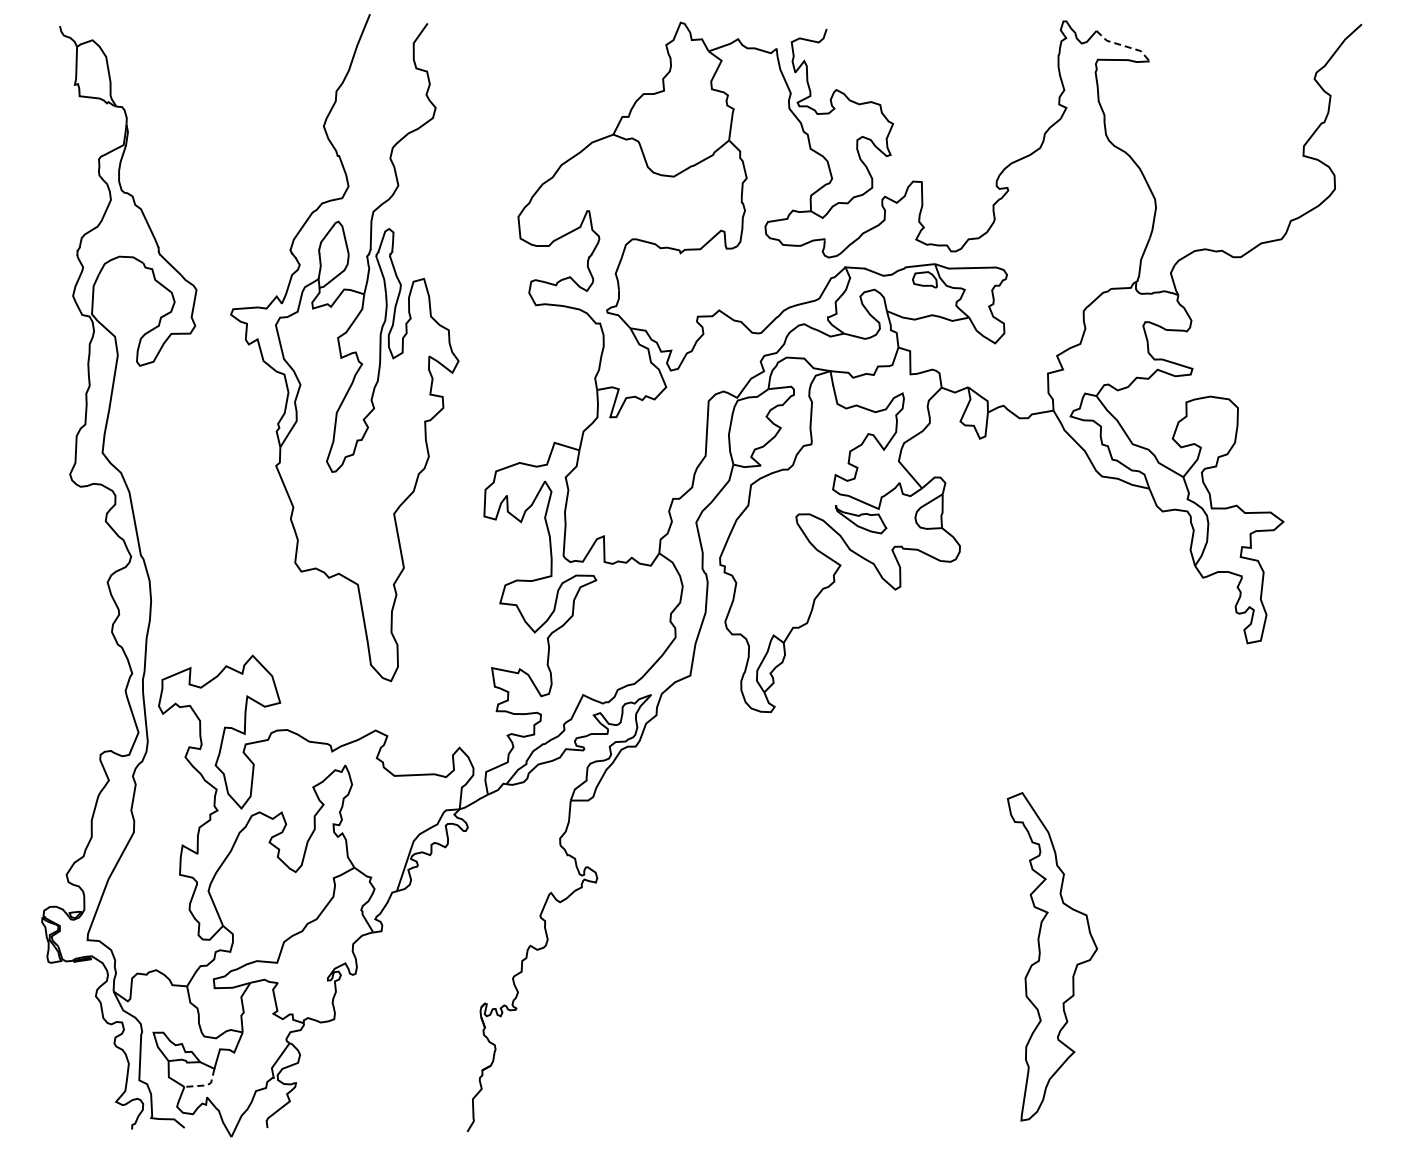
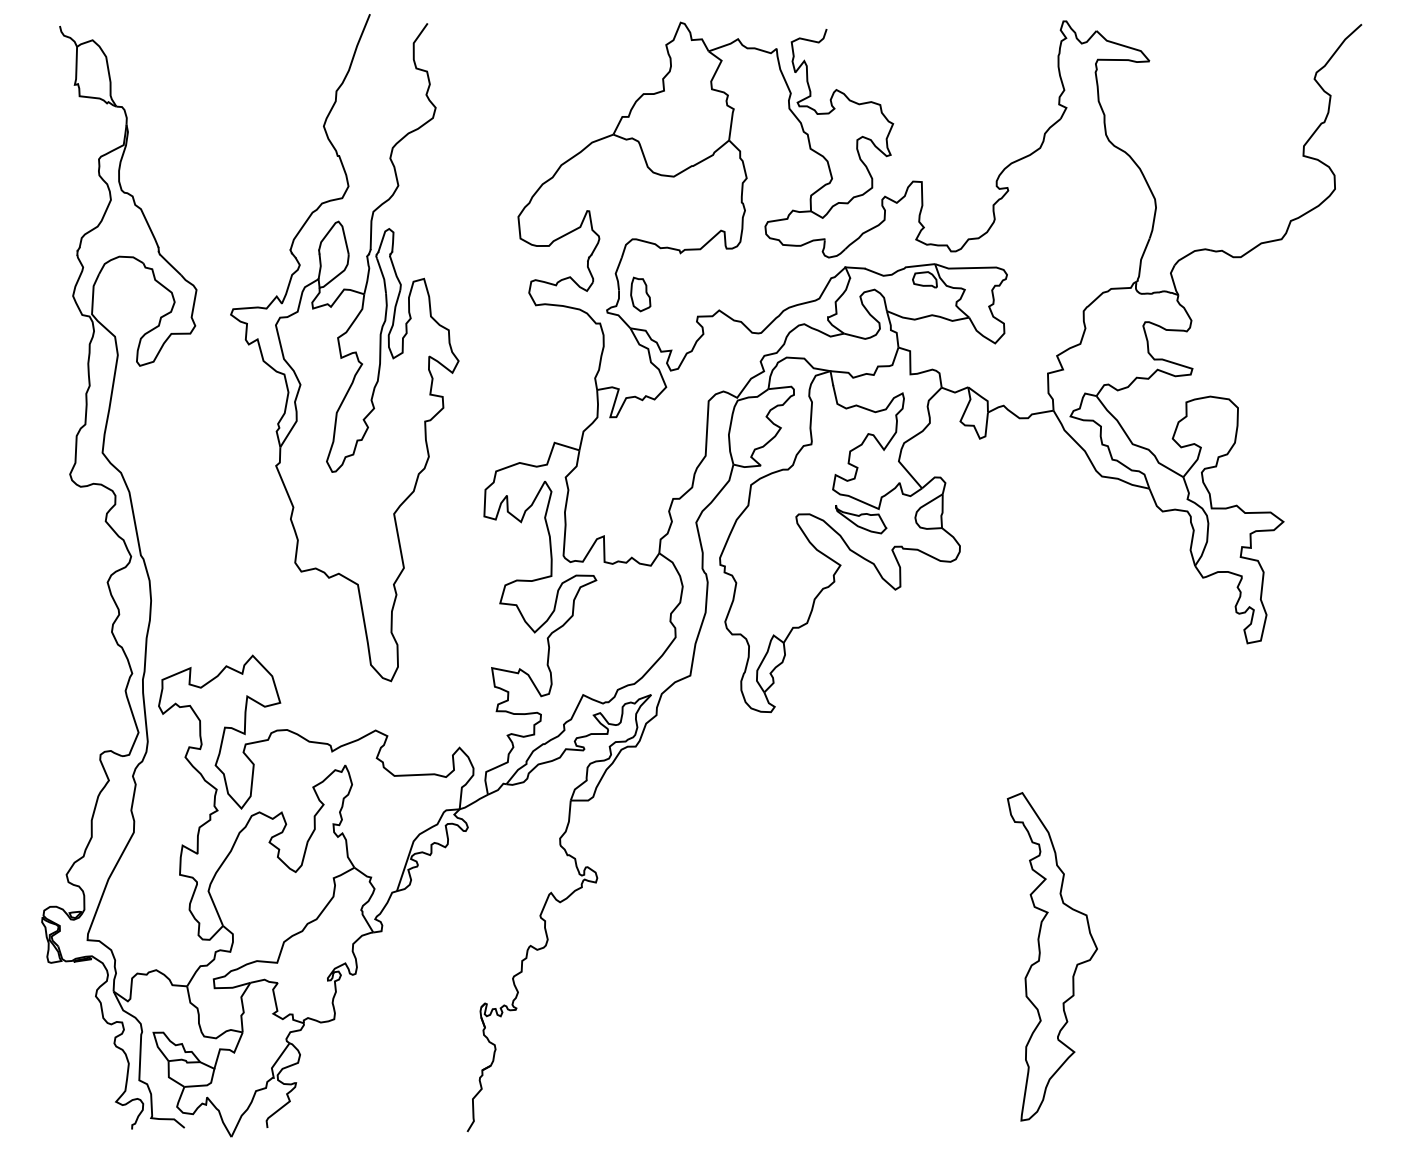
line at (1123, 45): dashed -> solid
part at (640, 294): none -> present
line at (206, 1085): dashed -> solid
